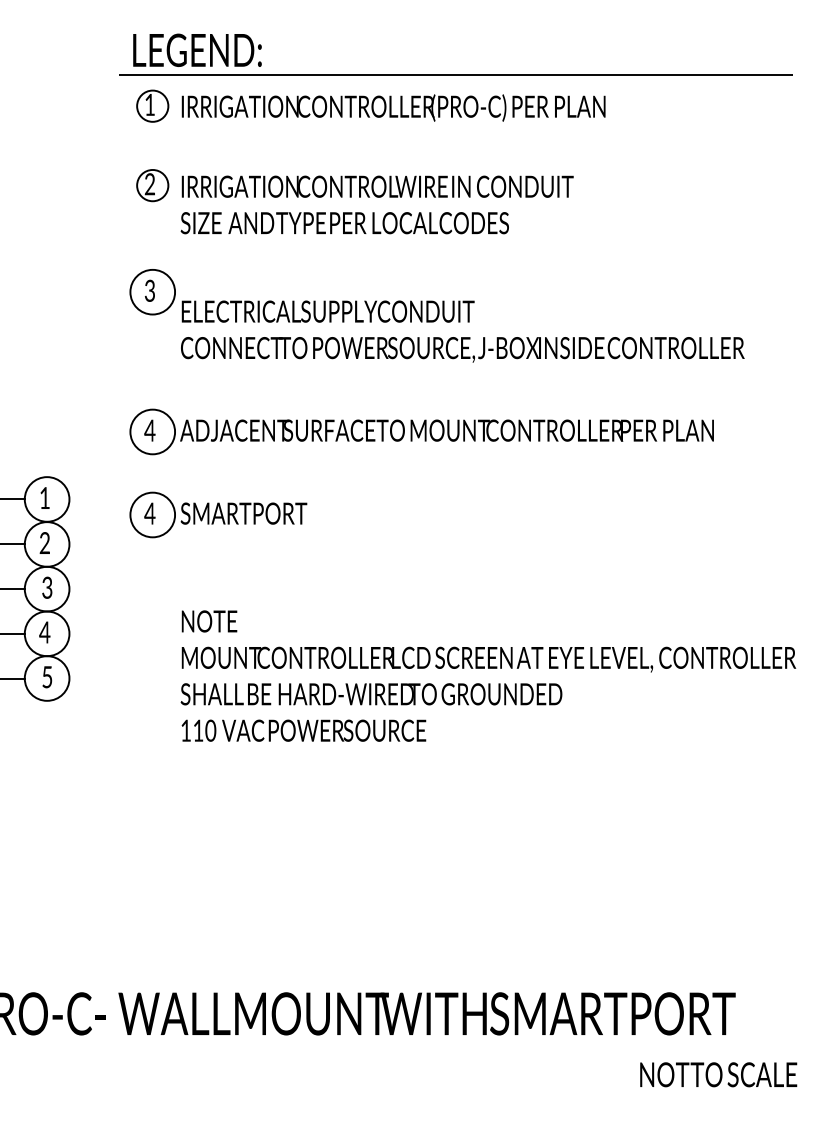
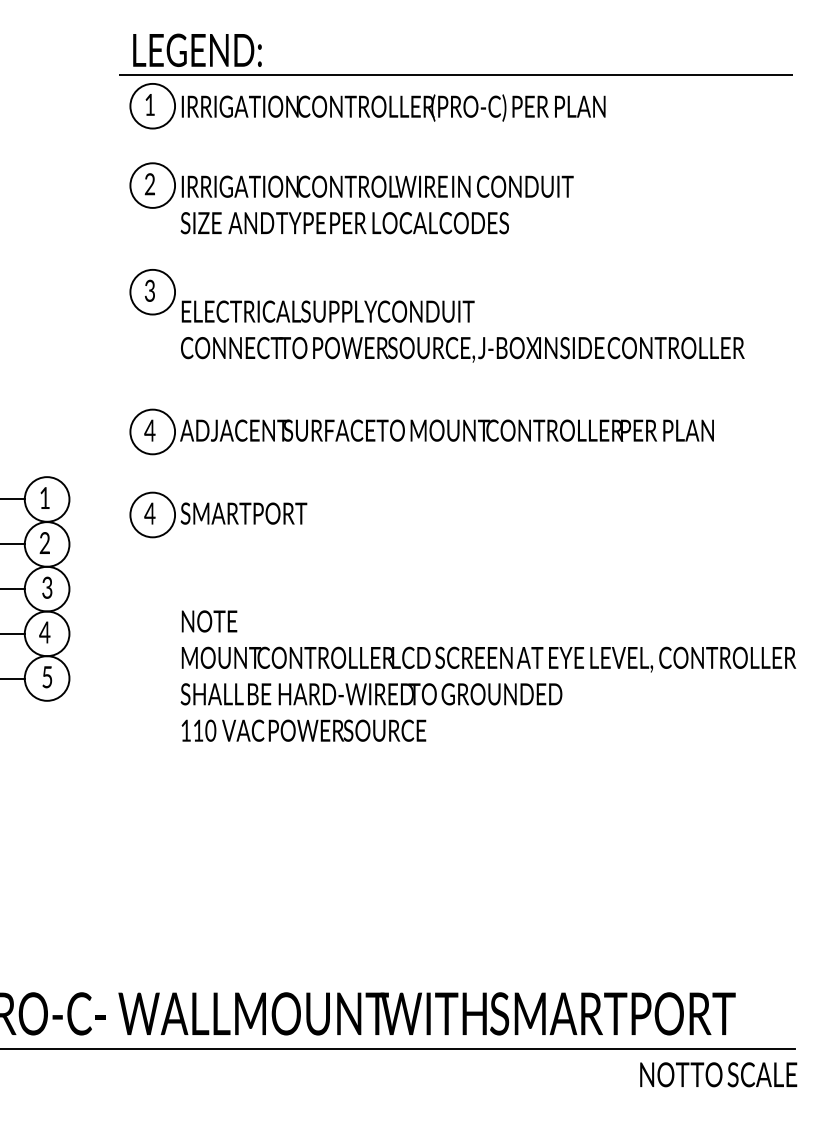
circle at (152, 105) diameter: 31 px -> 45 px
circle at (152, 185) diameter: 31 px -> 45 px
line at (398, 1049): none -> present
